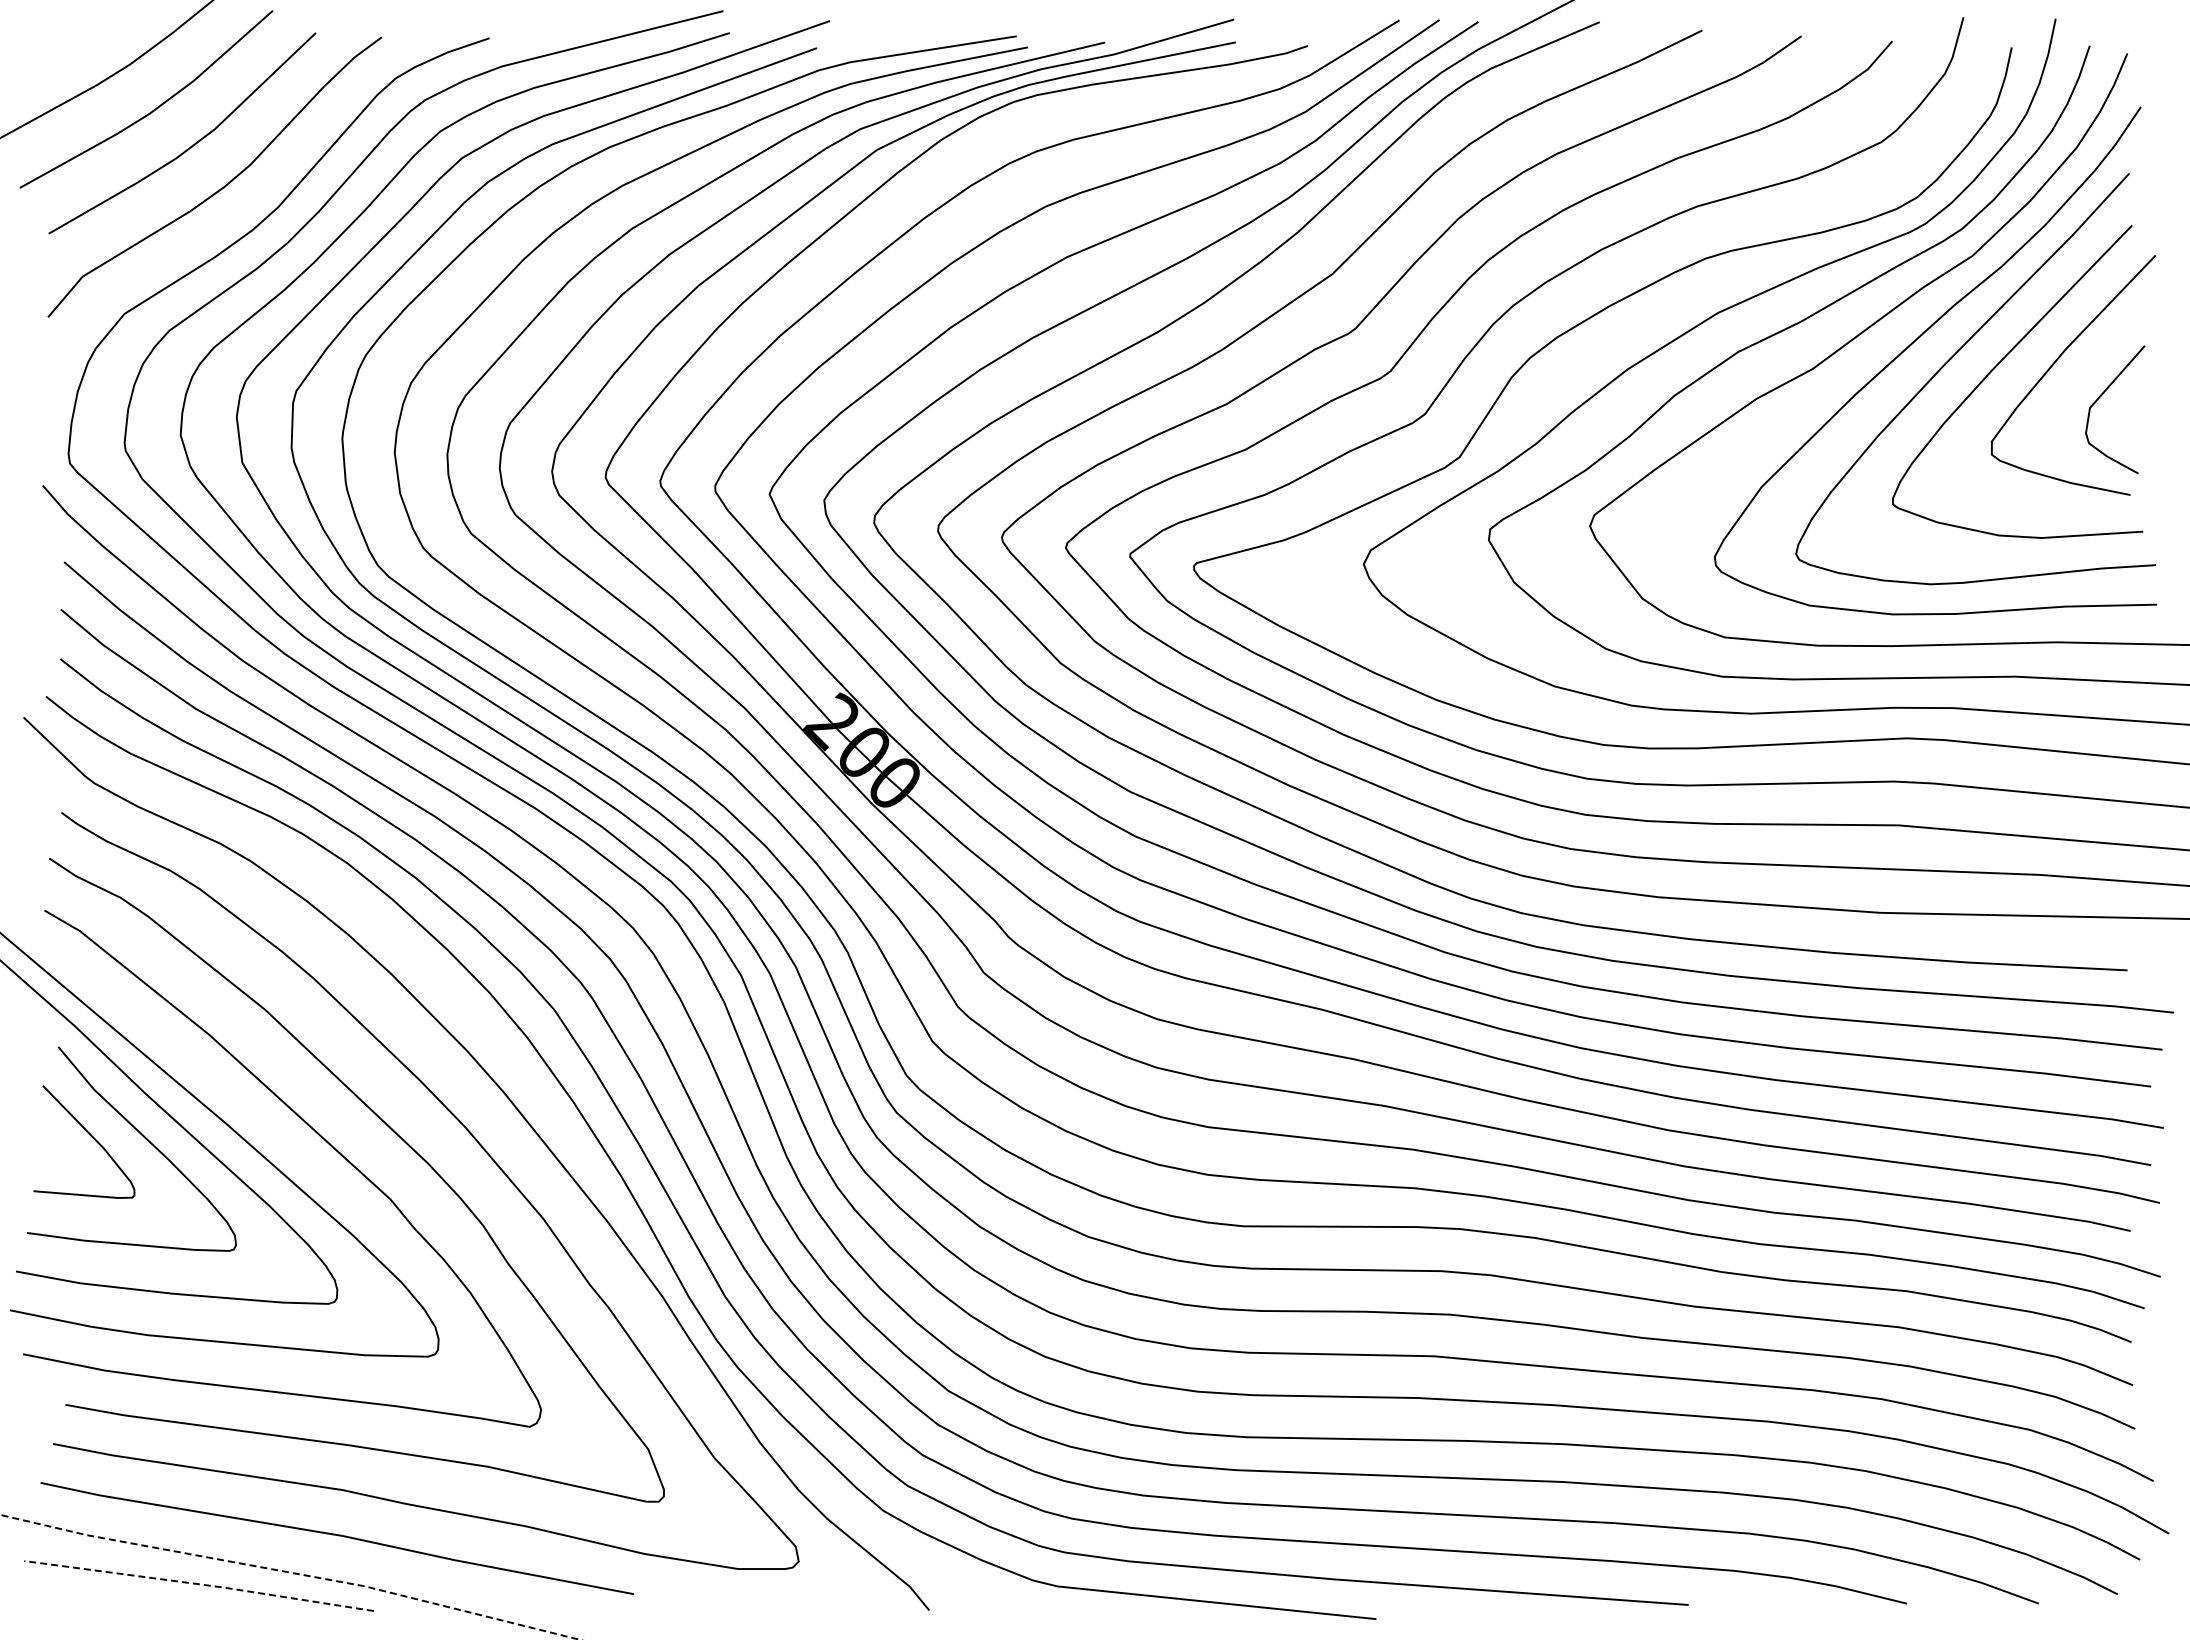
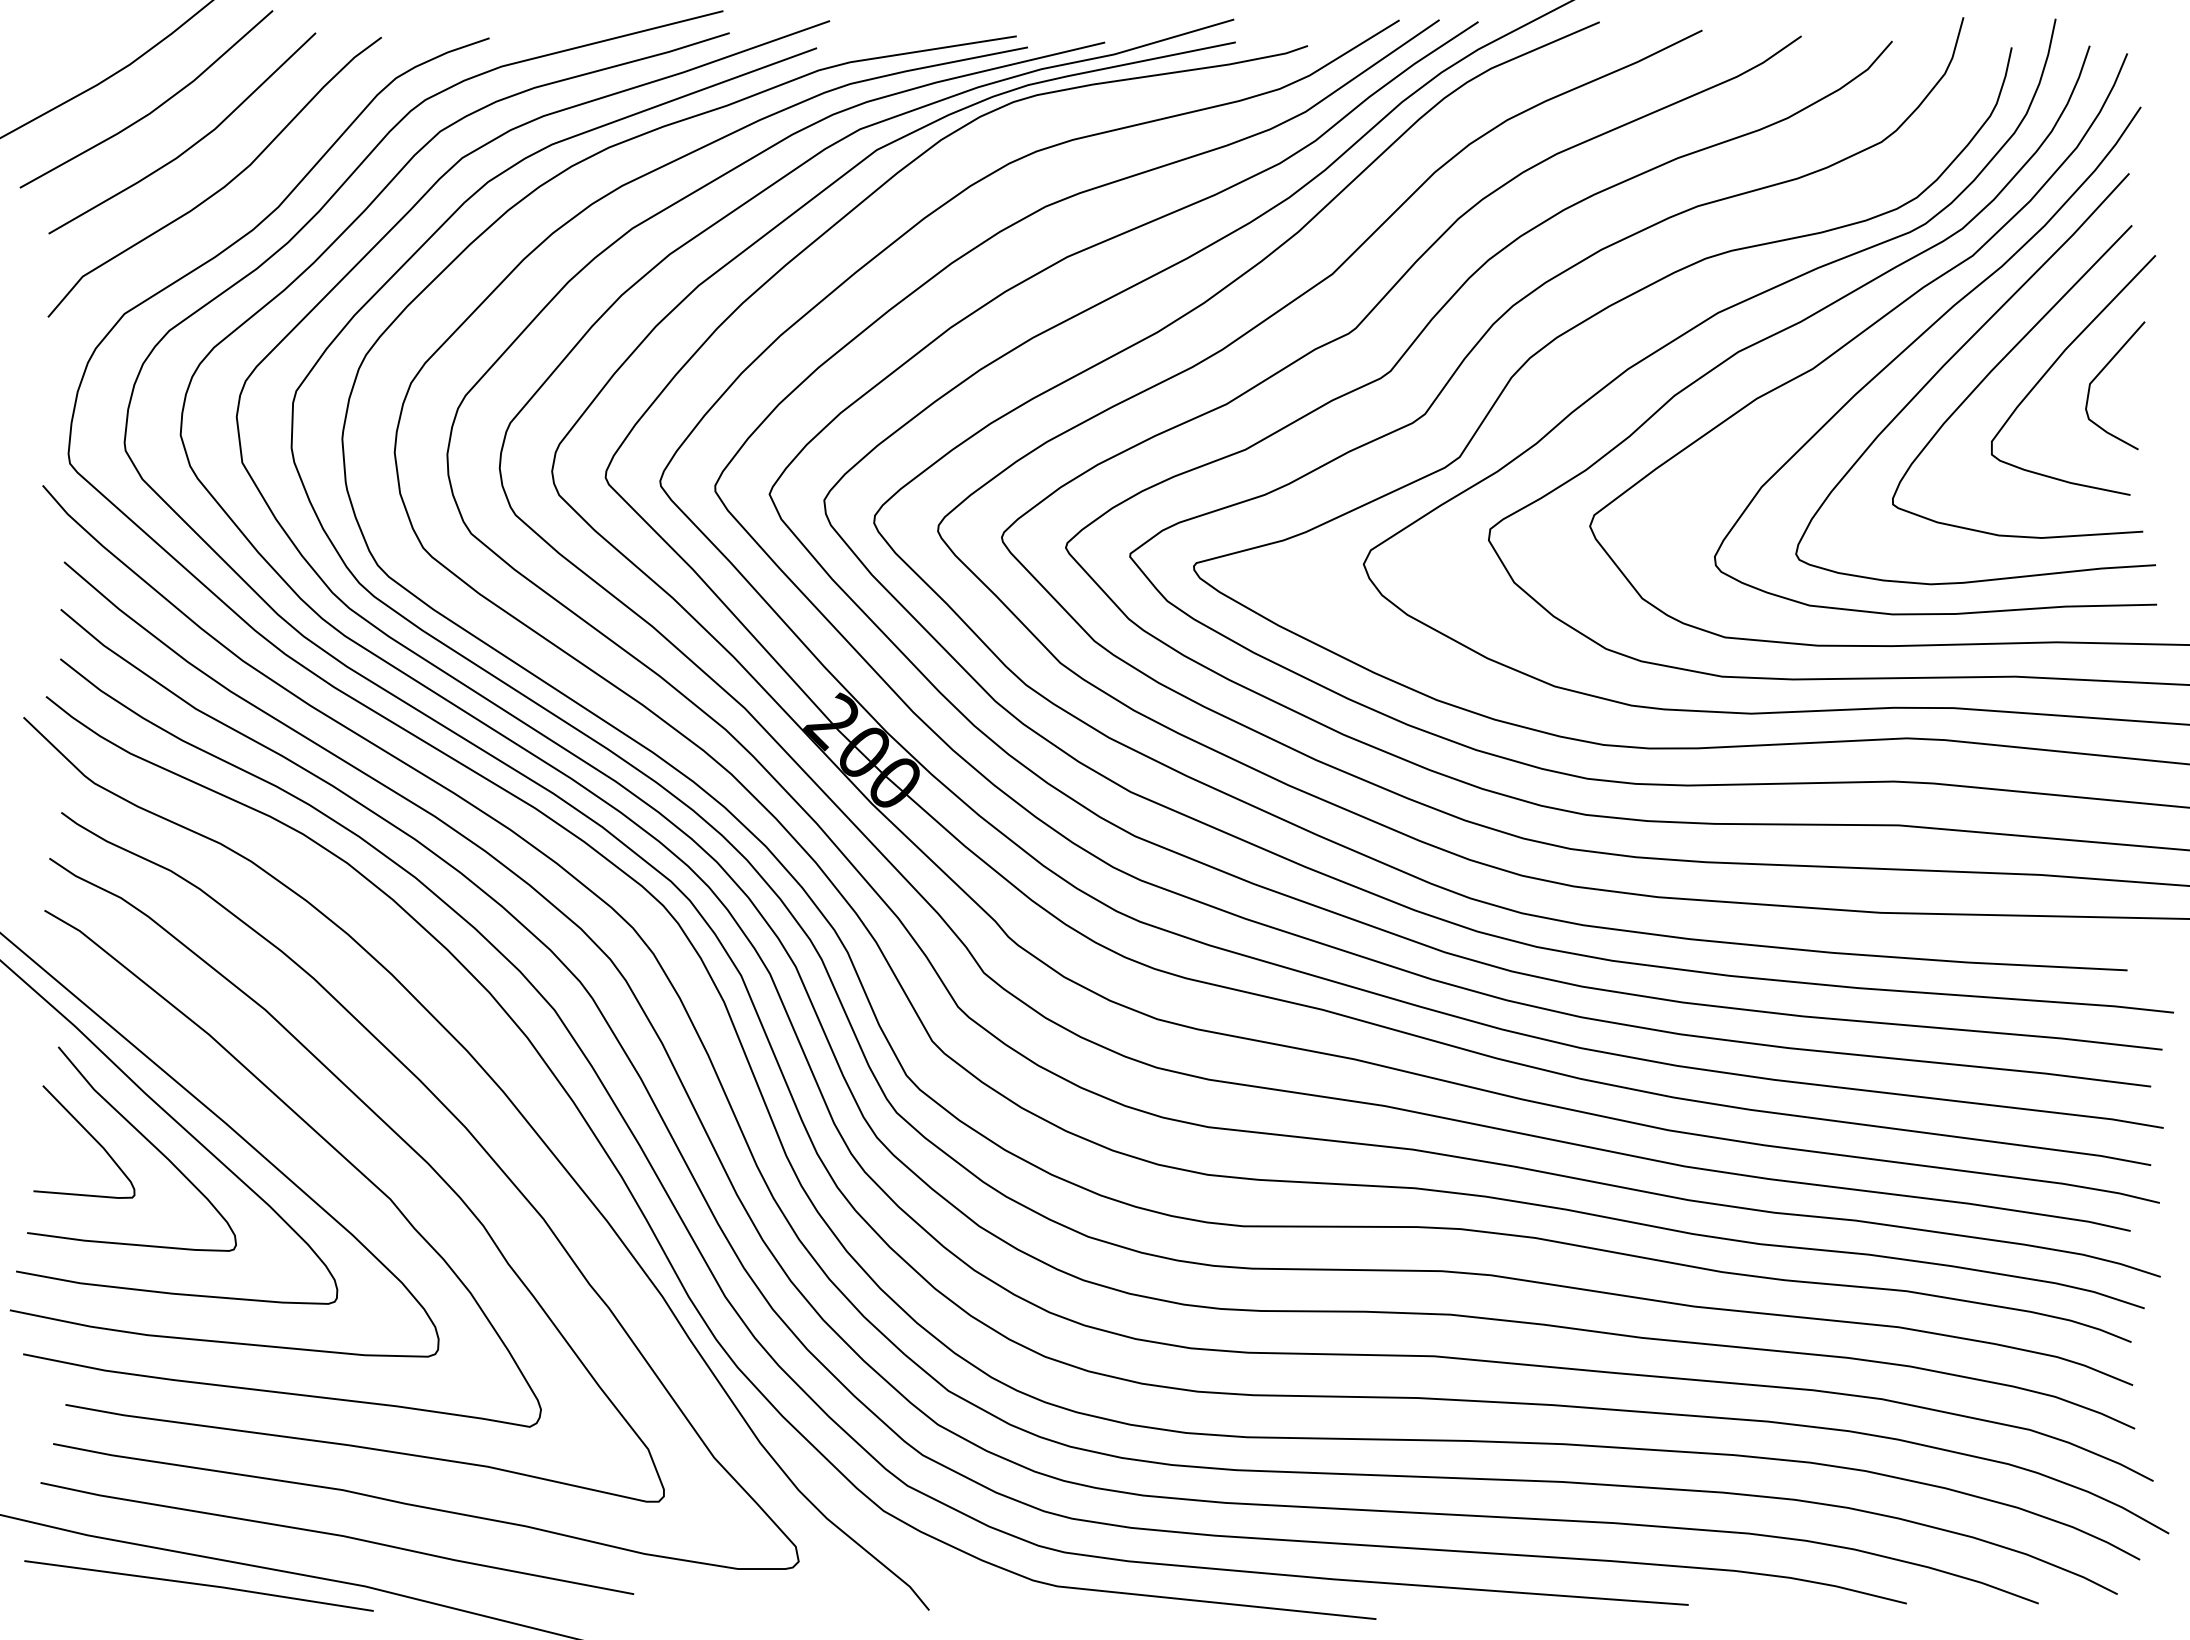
curve at (2102, 395) position: (2102, 395) -> (2102, 371)
line at (291, 1572): dashed -> solid
line at (199, 1584): dashed -> solid
